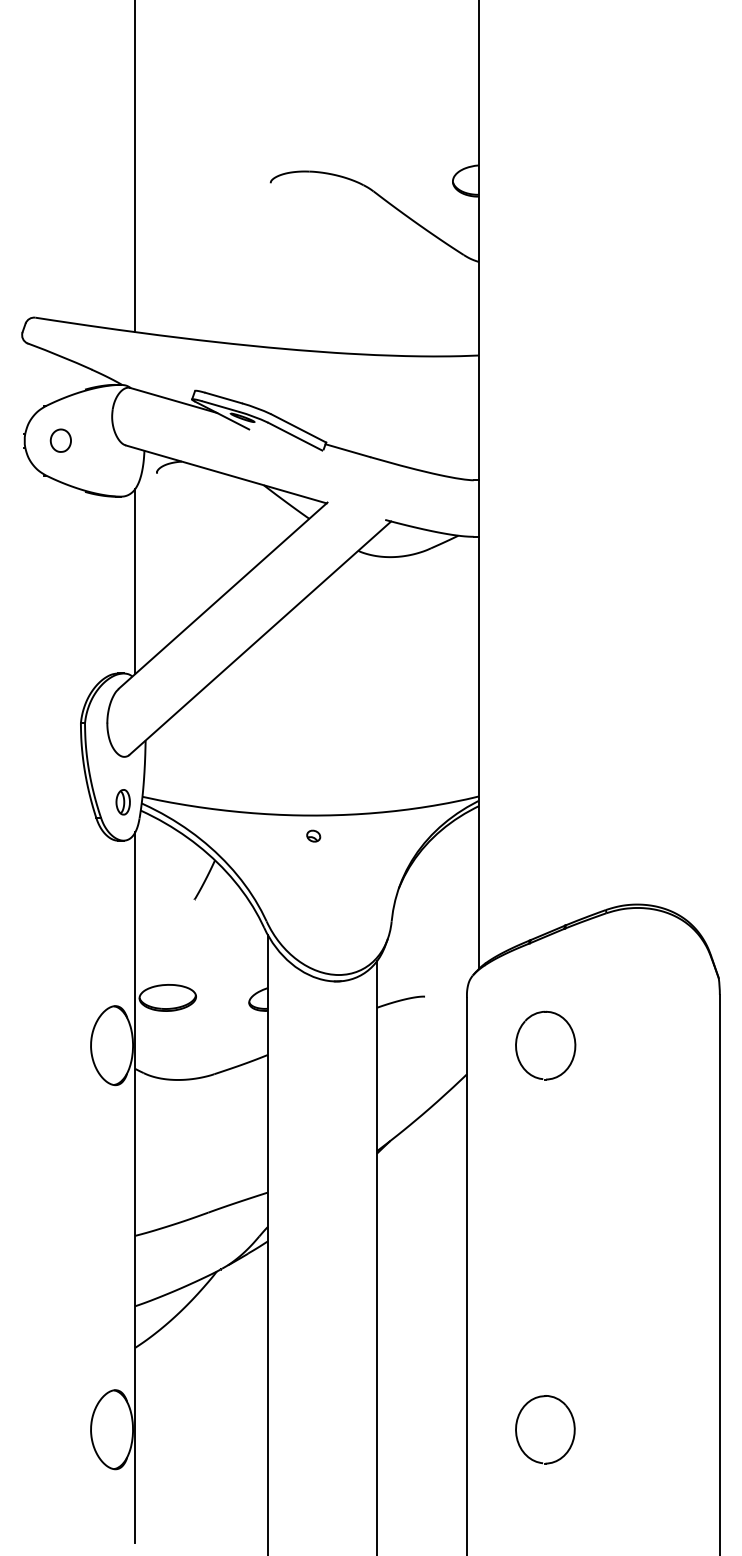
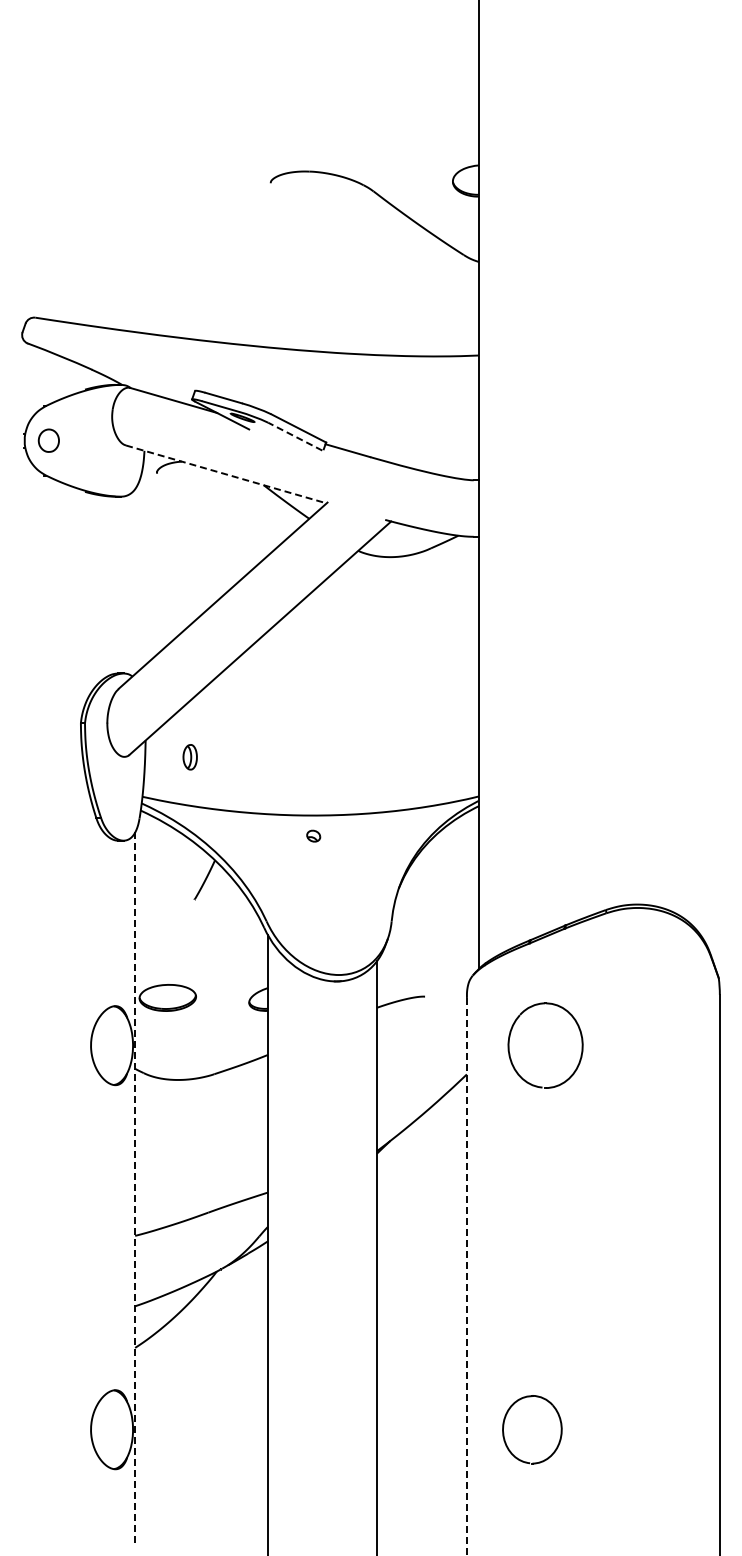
line at (135, 167): present -> none
line at (294, 436): solid -> dashed
part at (60, 440) position: (60, 440) -> (48, 440)
line at (226, 474): solid -> dashed
line at (135, 581): present -> none
part at (122, 802) position: (122, 802) -> (189, 757)
part at (545, 1045) size: 62x71 px -> 77x87 px
line at (135, 1187): solid -> dashed
line at (466, 1276): solid -> dashed
part at (545, 1429) position: (545, 1429) -> (532, 1429)
